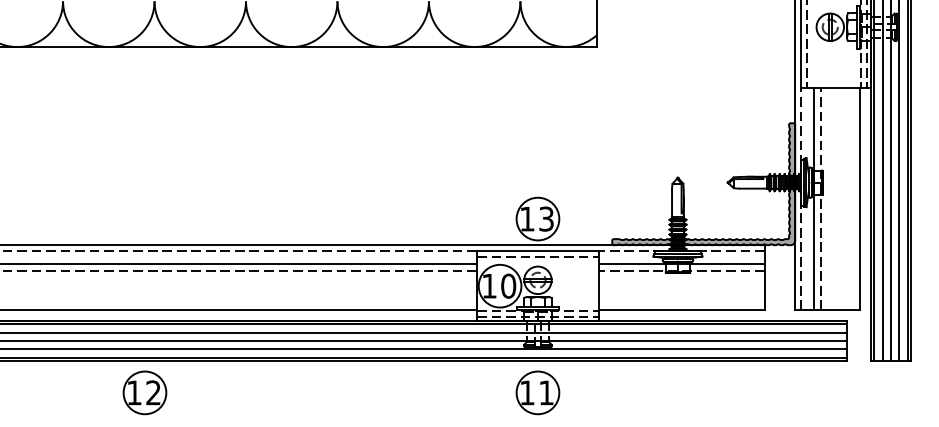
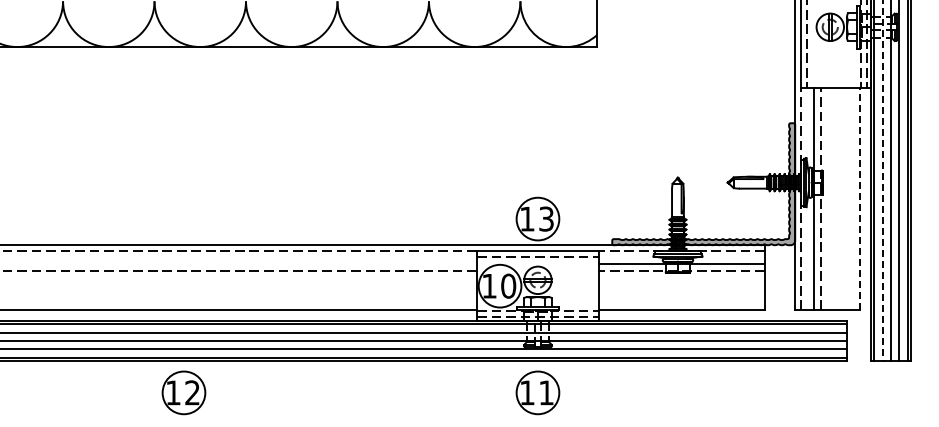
line at (882, 180): solid -> dashed
line at (860, 199): solid -> dashed
line at (239, 264): present -> none
part at (144, 392) position: (144, 392) -> (183, 392)
